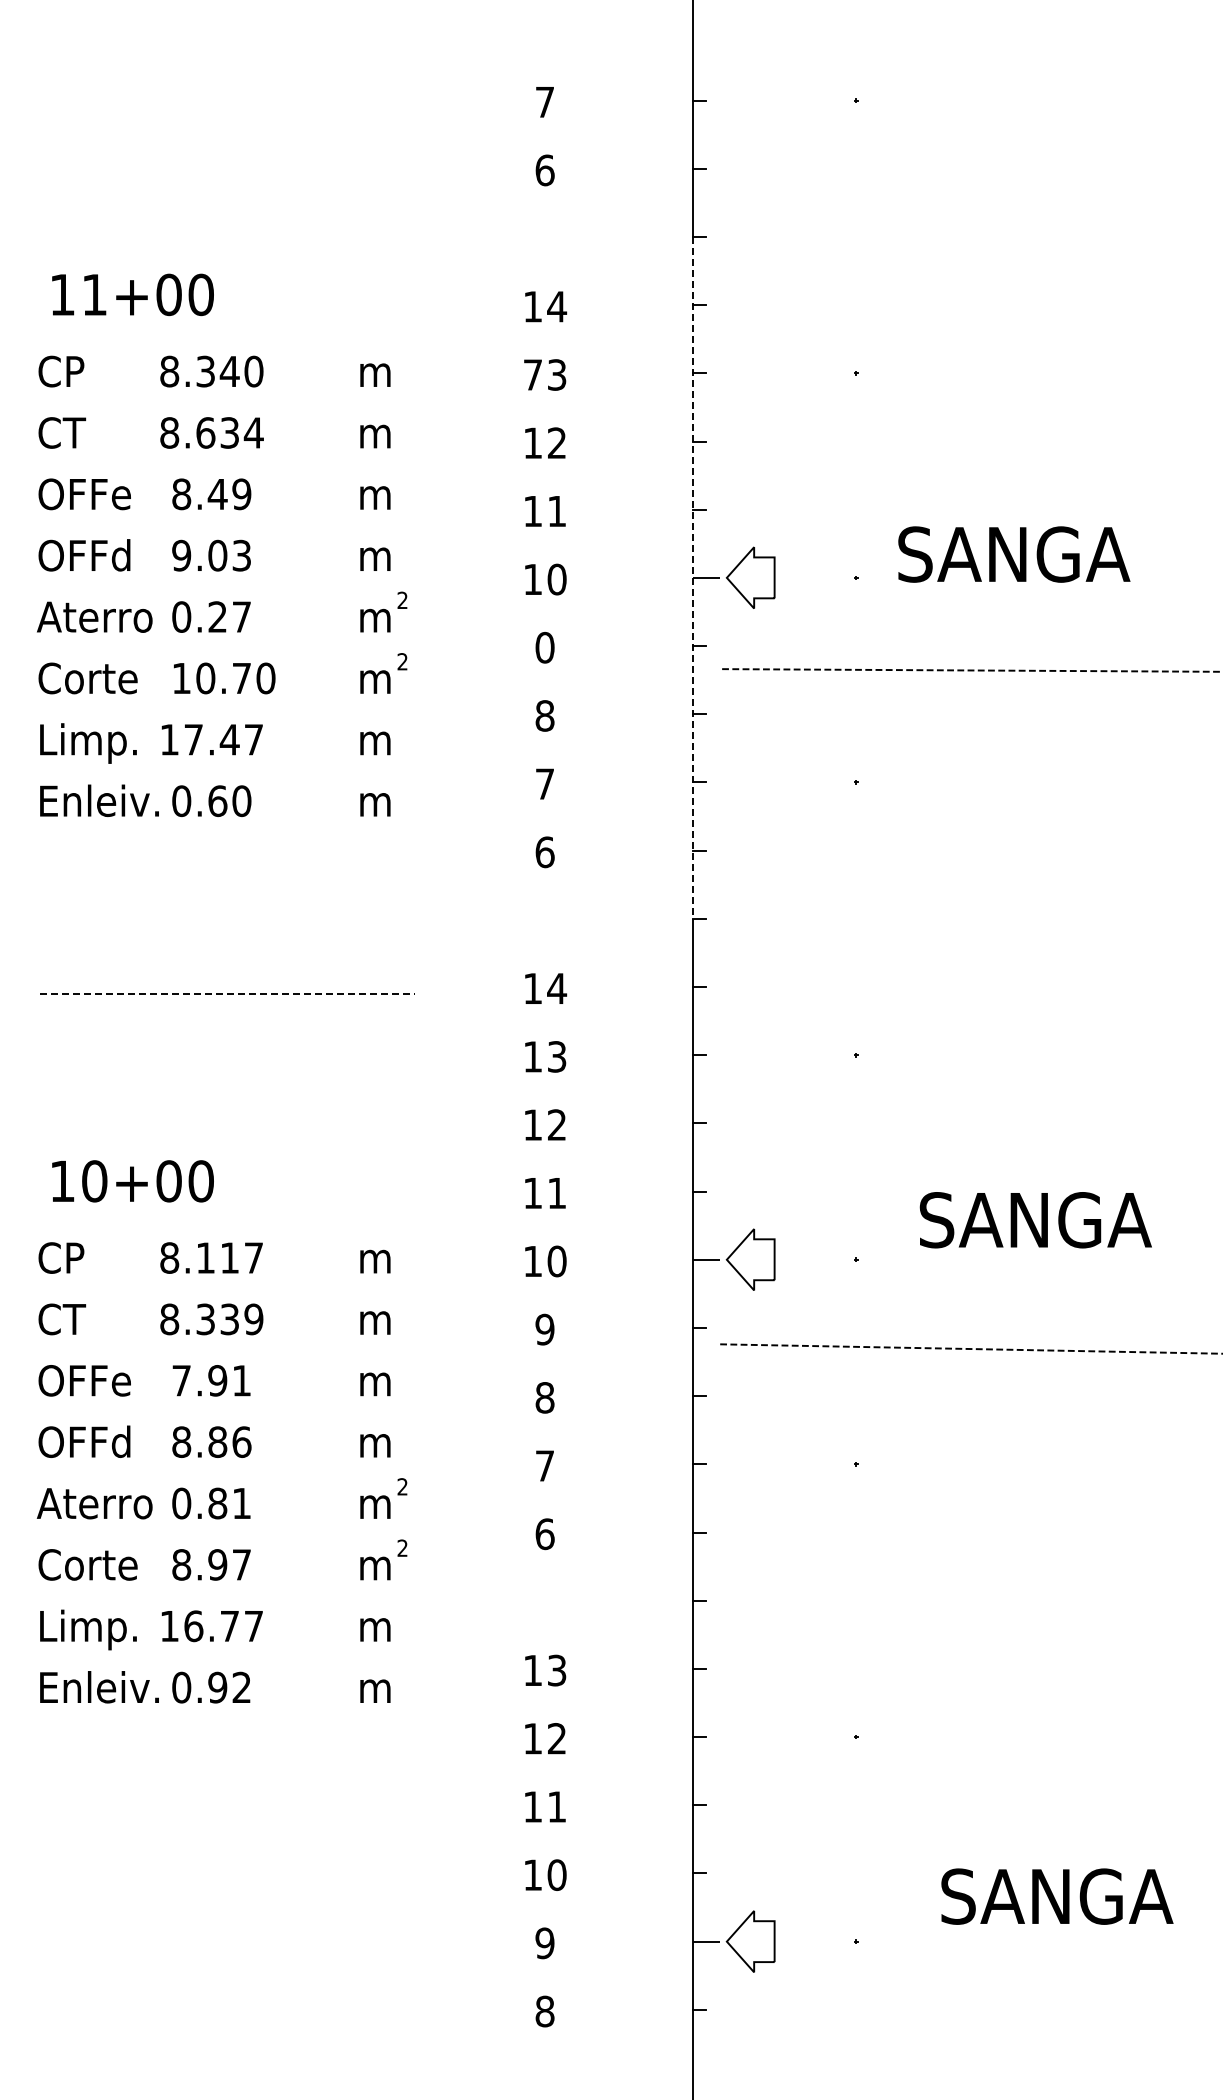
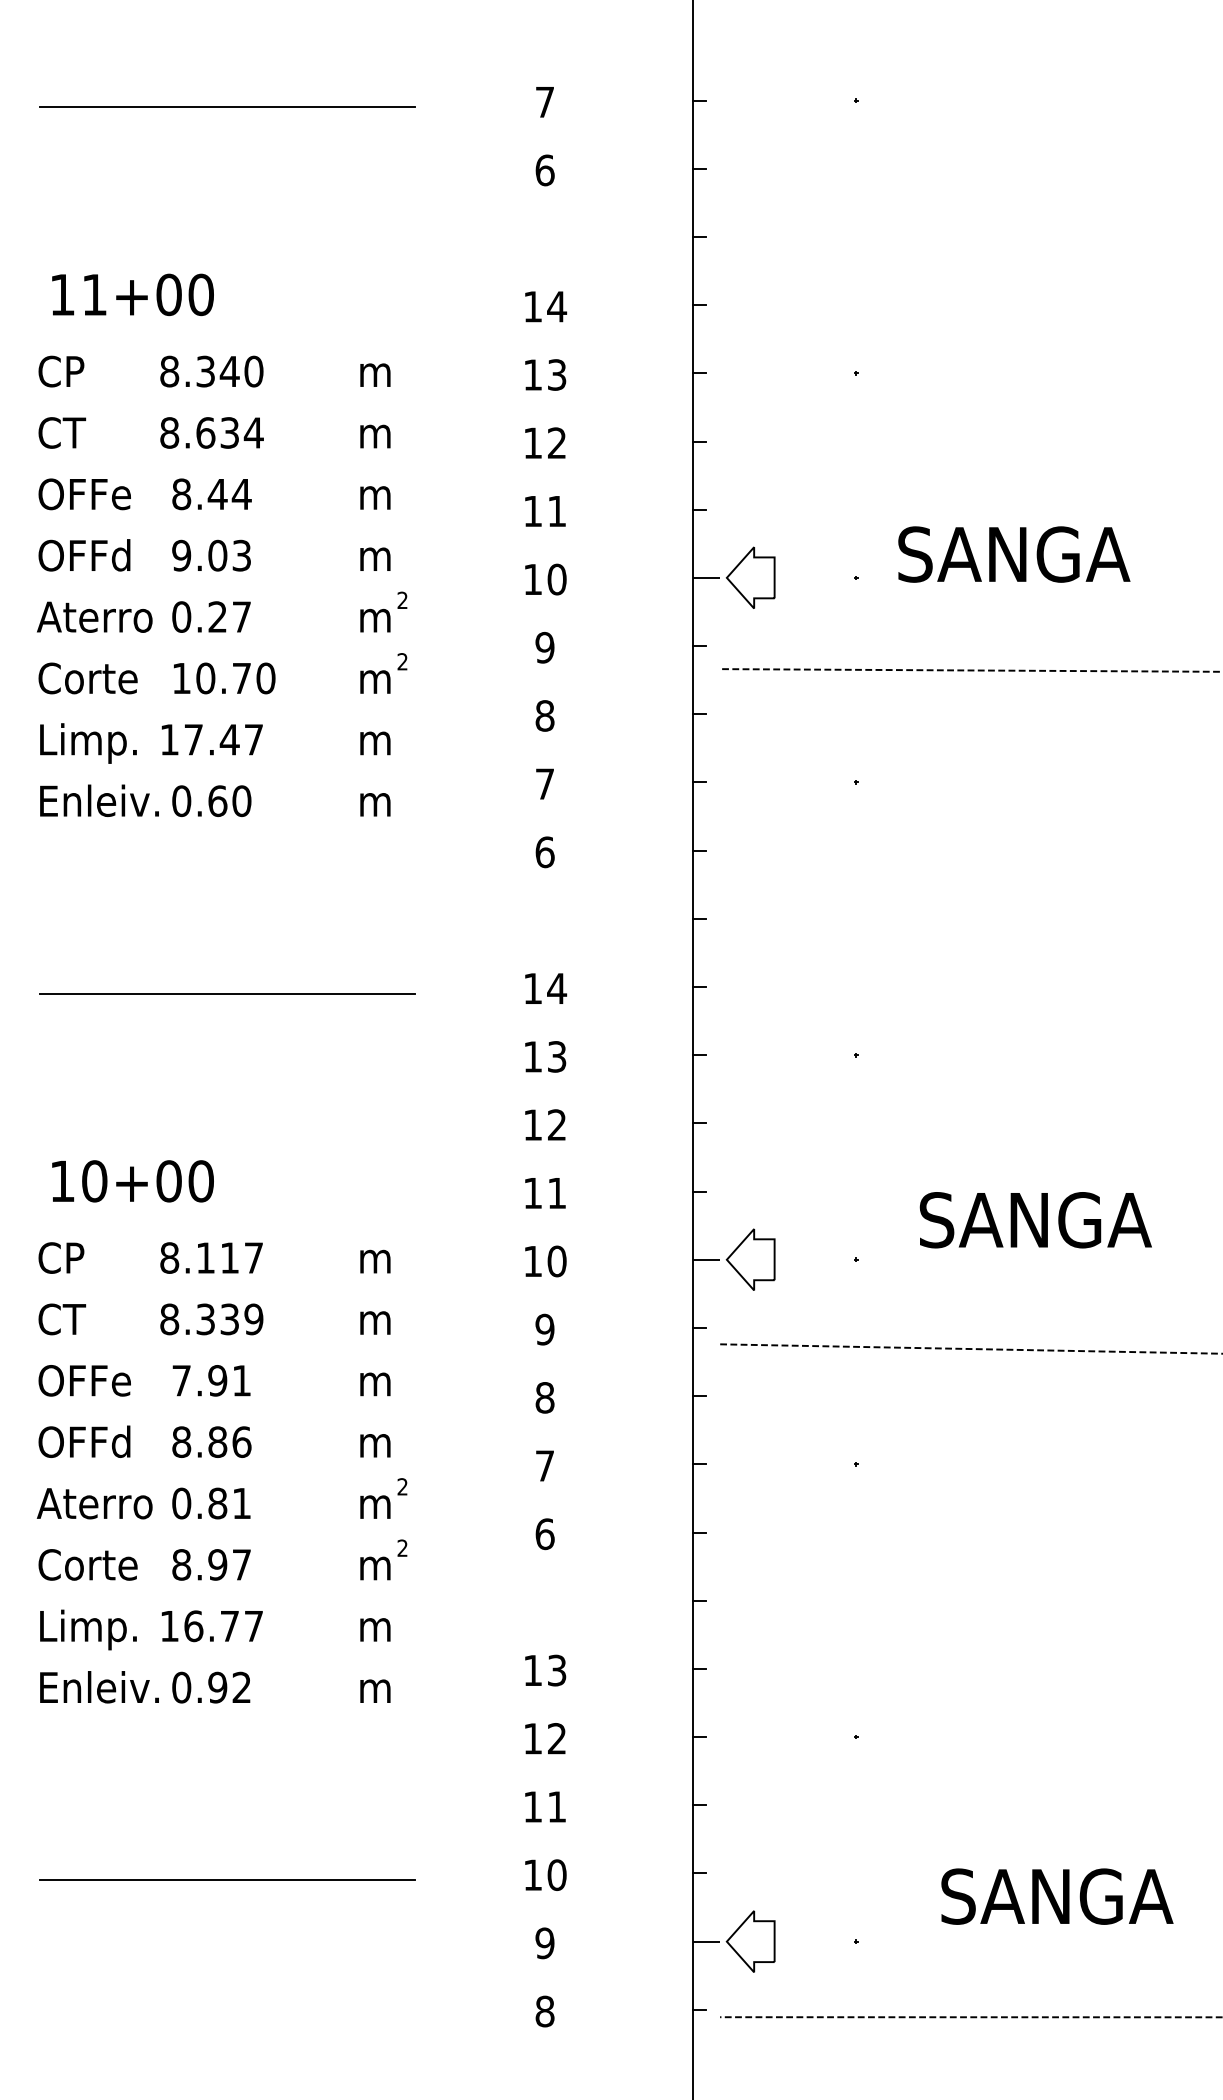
line at (226, 107): none -> present
text at (532, 374): 73 -> 13
text at (241, 494): 8.49 -> 8.44
line at (692, 577): dashed -> solid
text at (544, 647): 0 -> 9
line at (227, 993): dashed -> solid
line at (226, 1880): none -> present
line at (969, 2017): none -> present
